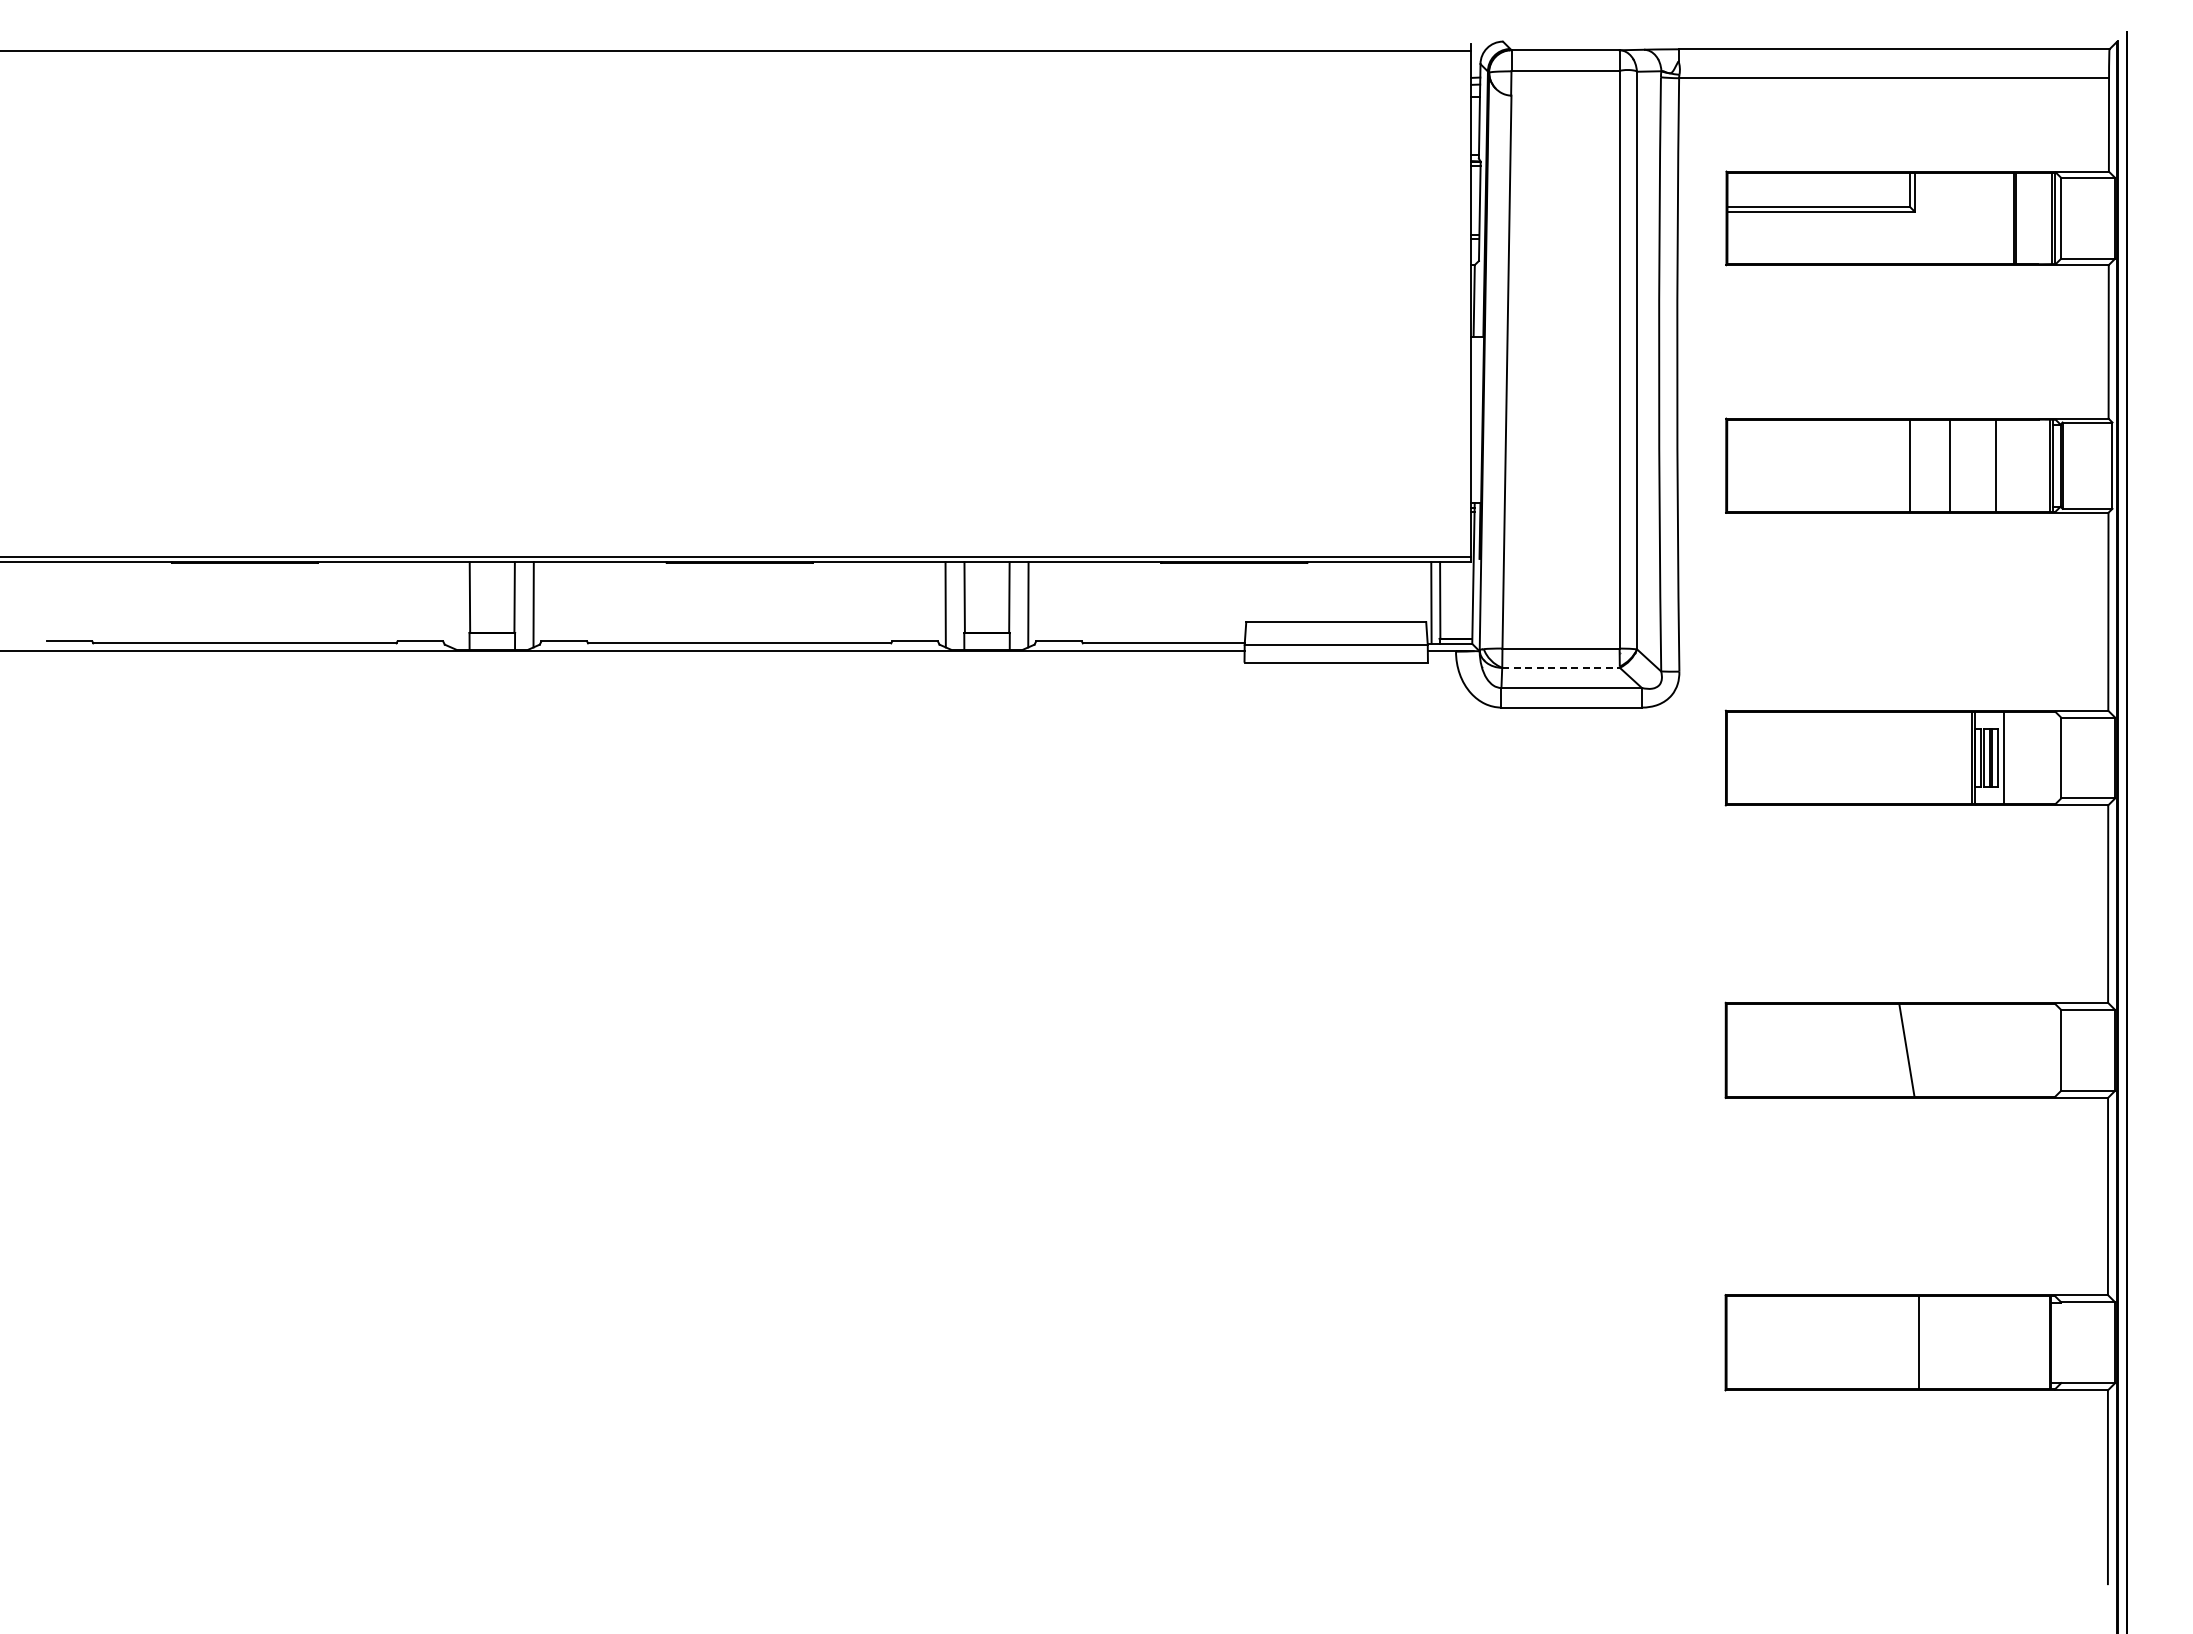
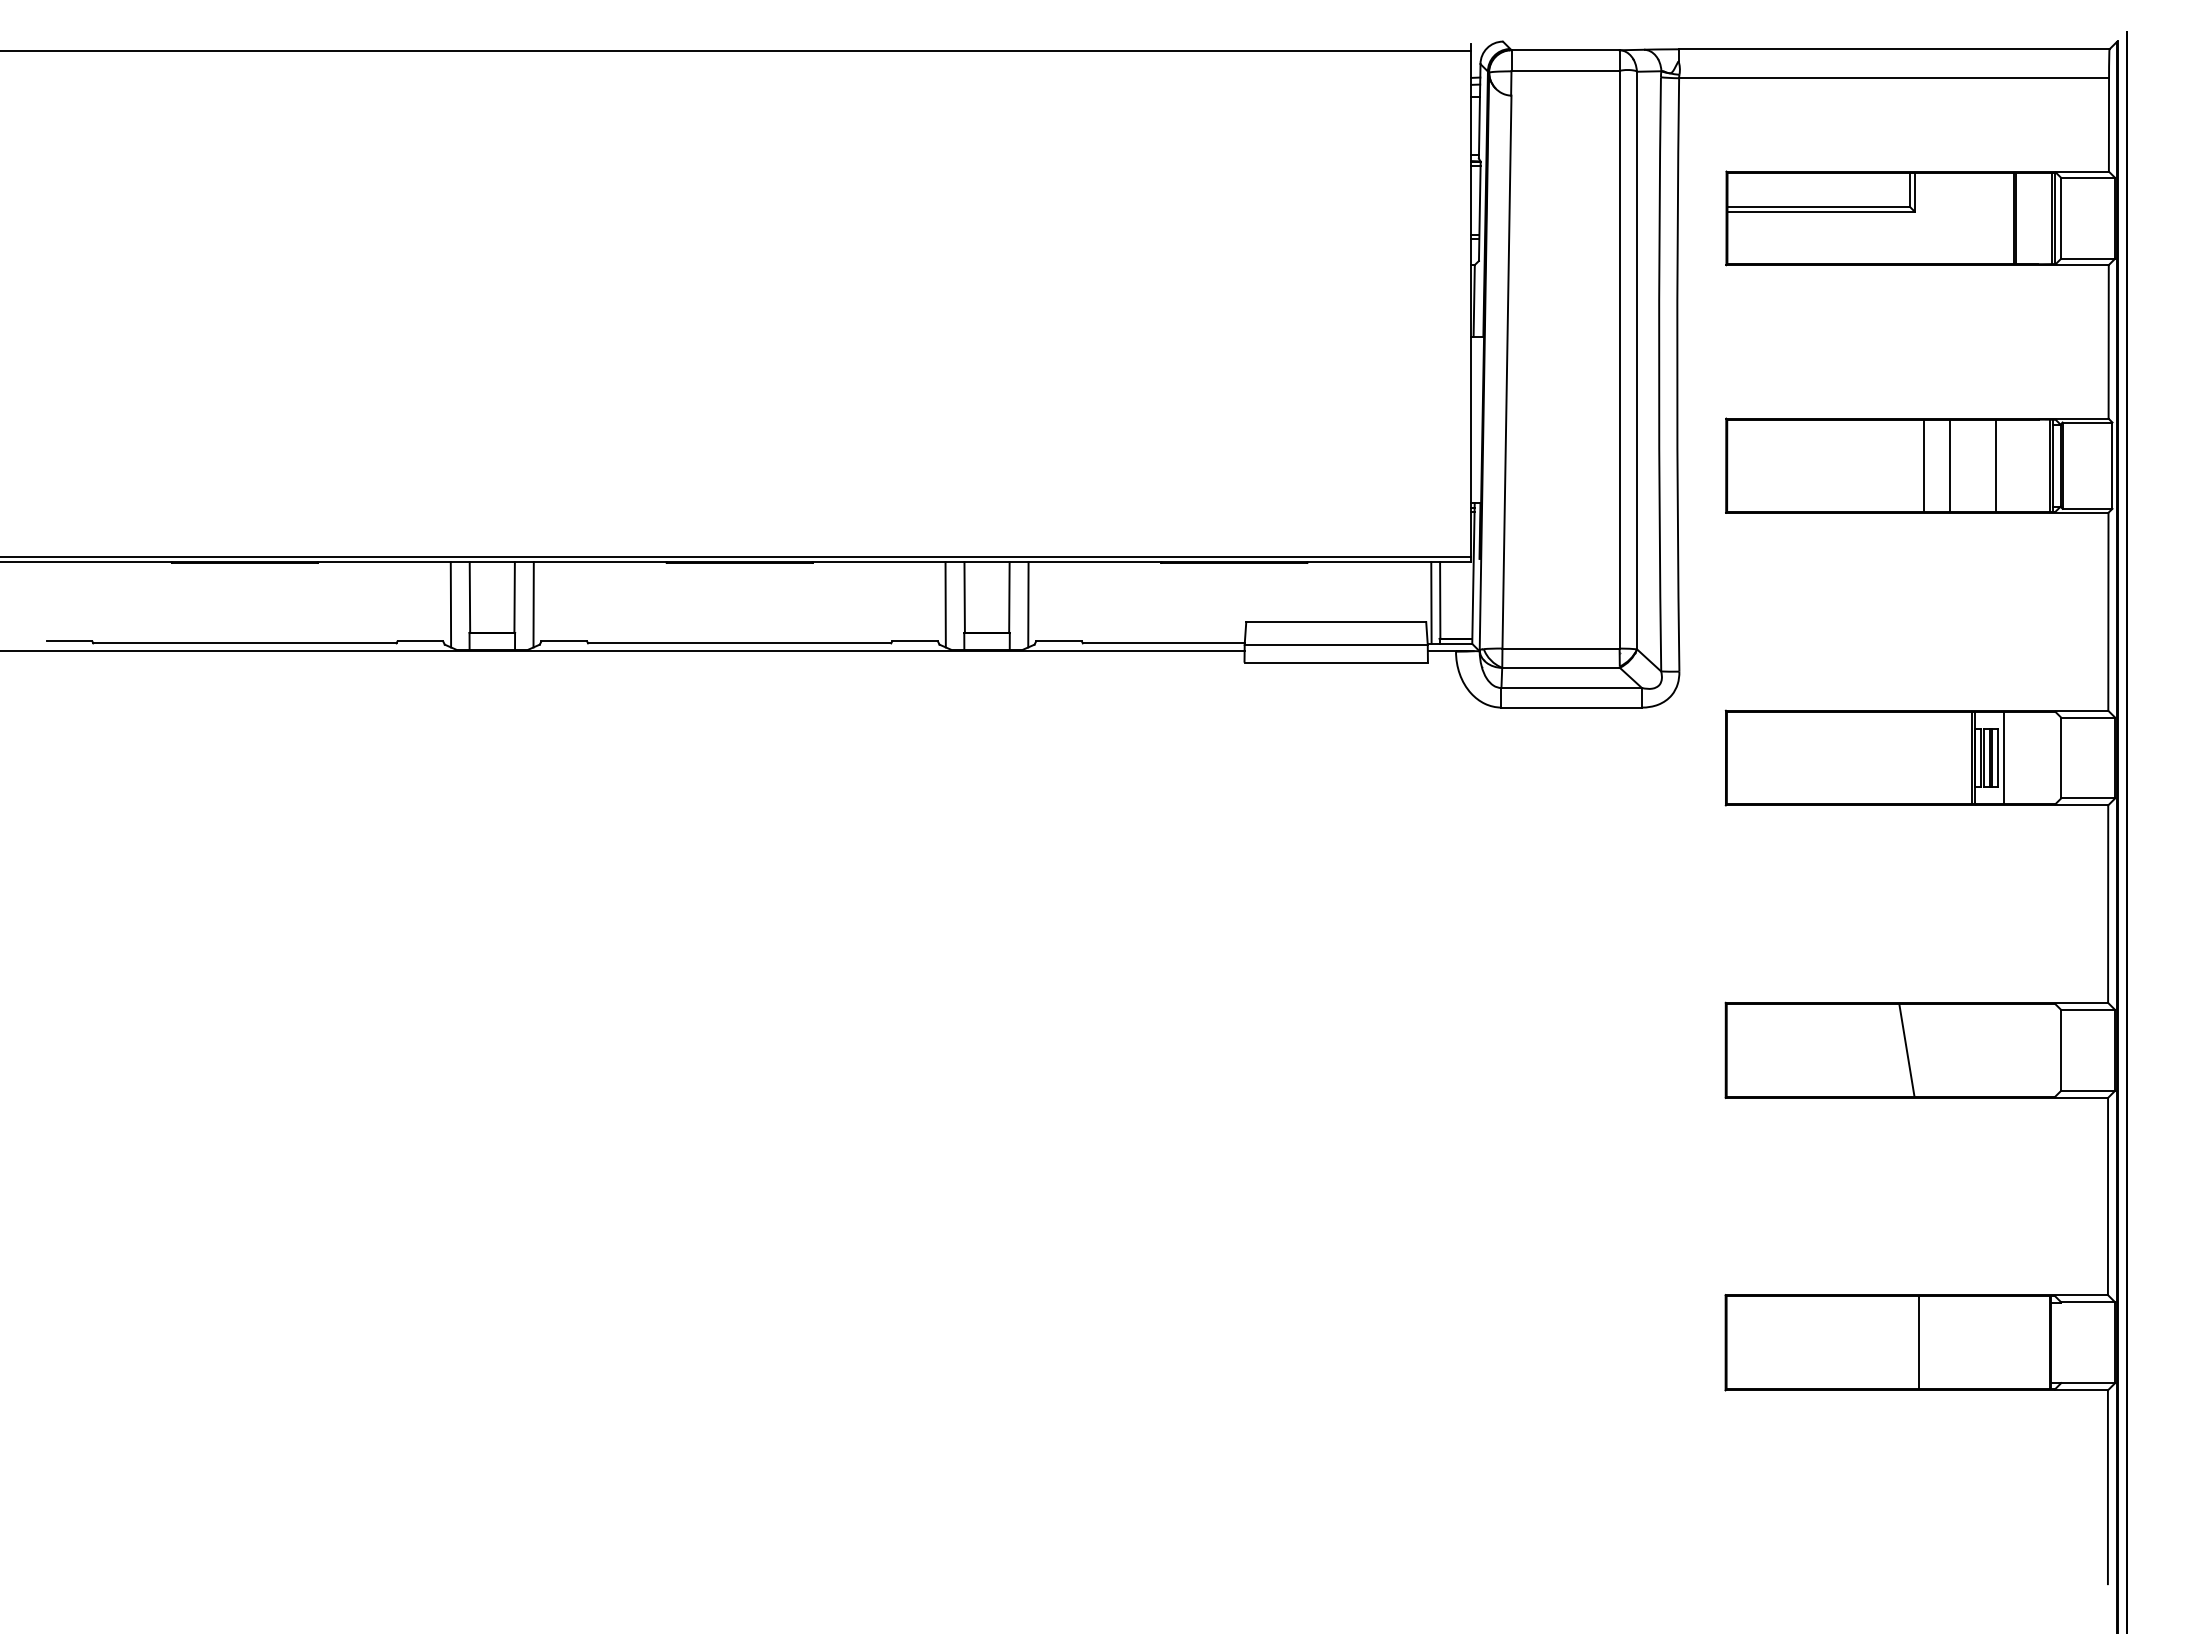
line at (1910, 465) position: (1910, 465) -> (1924, 465)
line at (450, 604): none -> present
line at (1561, 667): dashed -> solid
